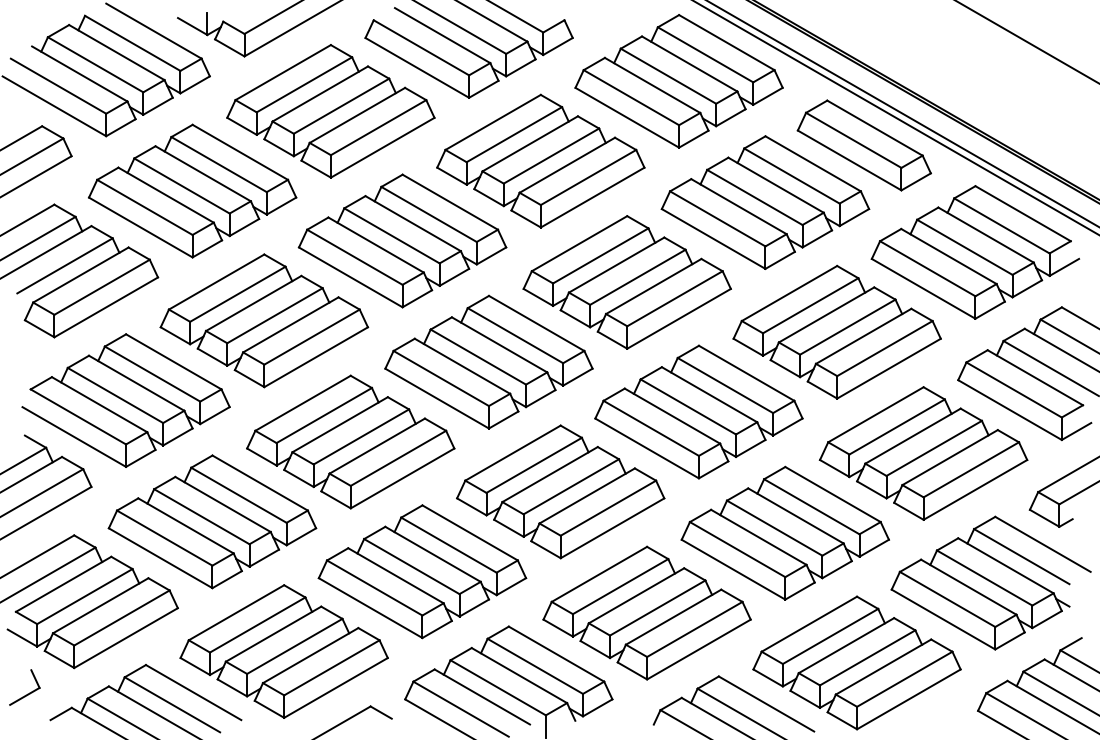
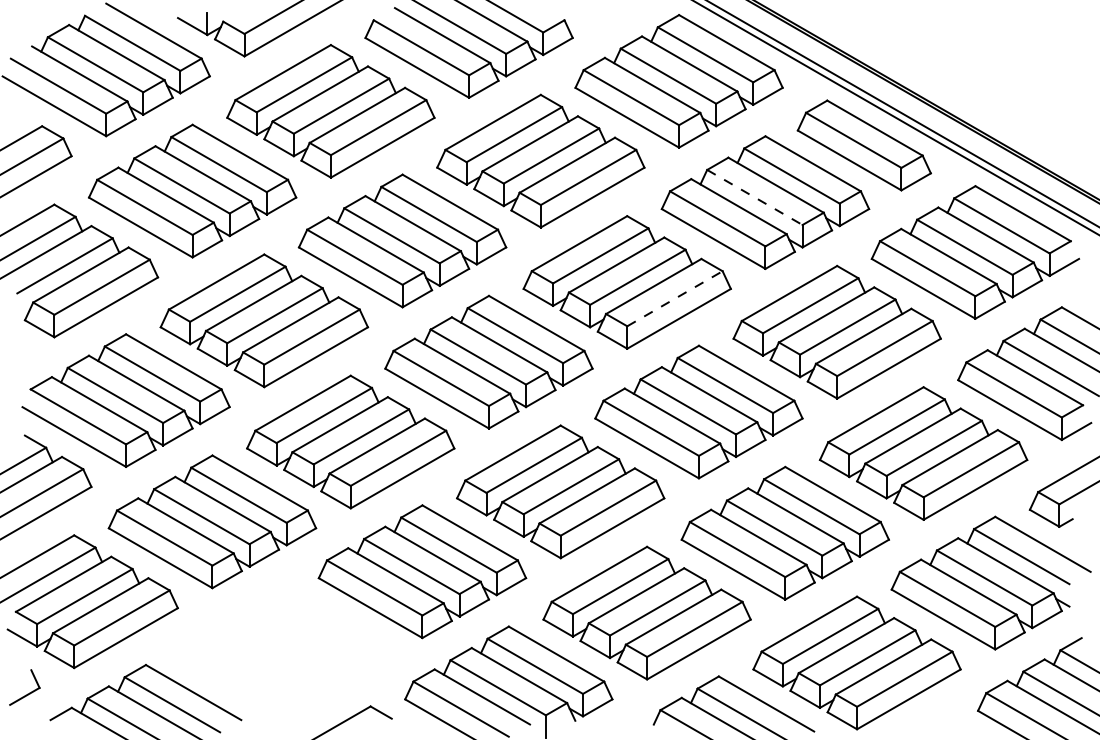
line at (1027, 41): present -> none
line at (755, 197): solid -> dashed
line at (675, 298): solid -> dashed
part at (283, 651): present -> none
